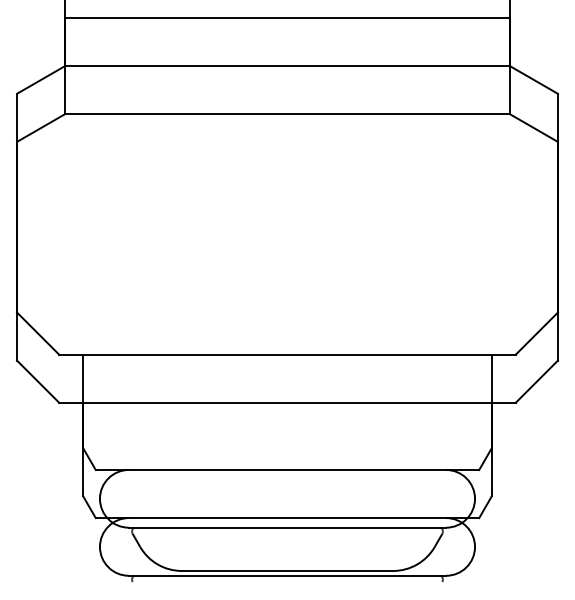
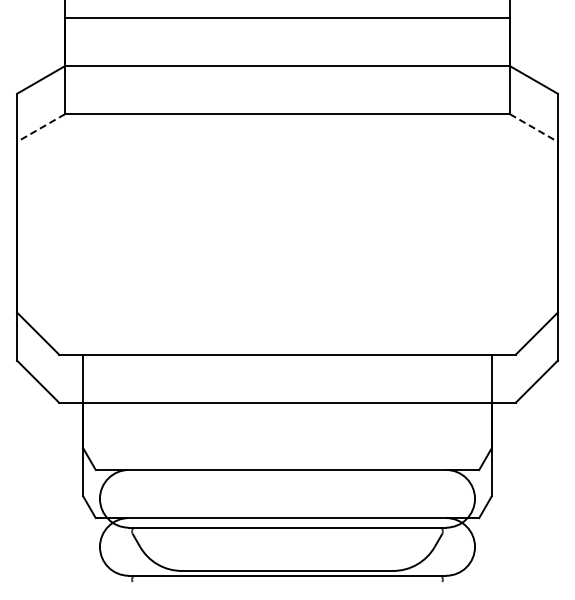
line at (41, 128): solid -> dashed
line at (533, 128): solid -> dashed
